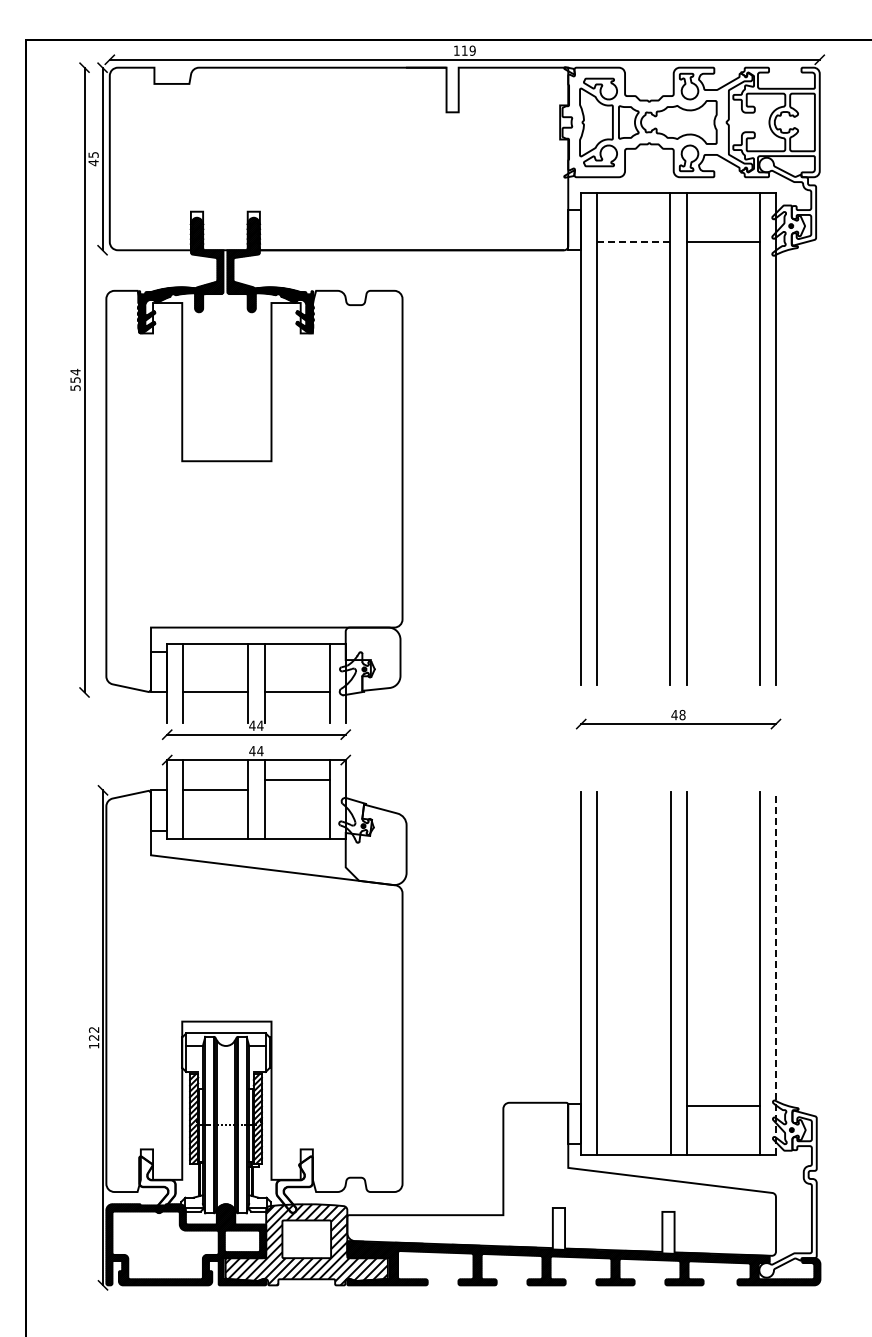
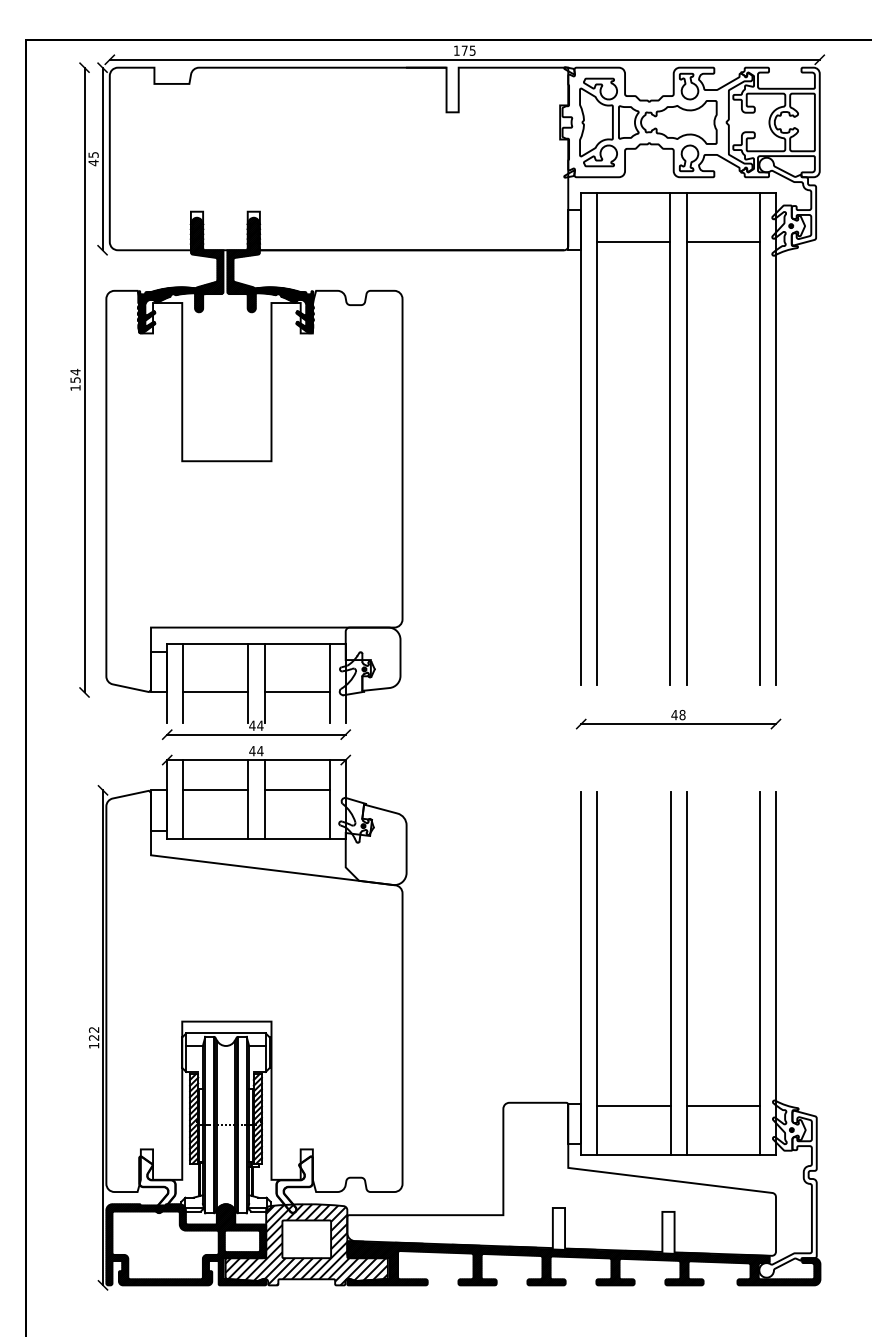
text at (468, 50): 119 -> 175
line at (633, 242): dashed -> solid
text at (75, 387): 554 -> 154
line at (296, 780) position: (296, 780) -> (296, 790)
line at (775, 973): dashed -> solid
line at (633, 1106): none -> present
